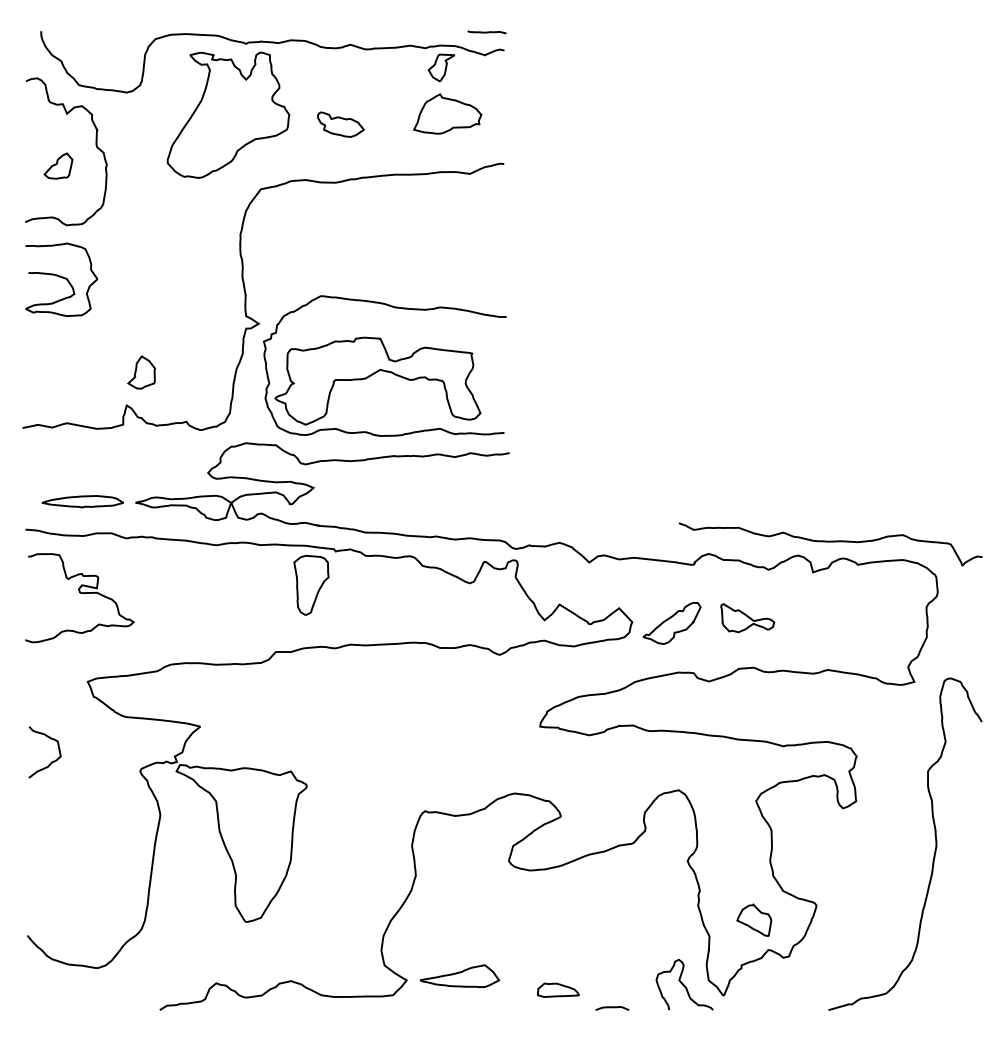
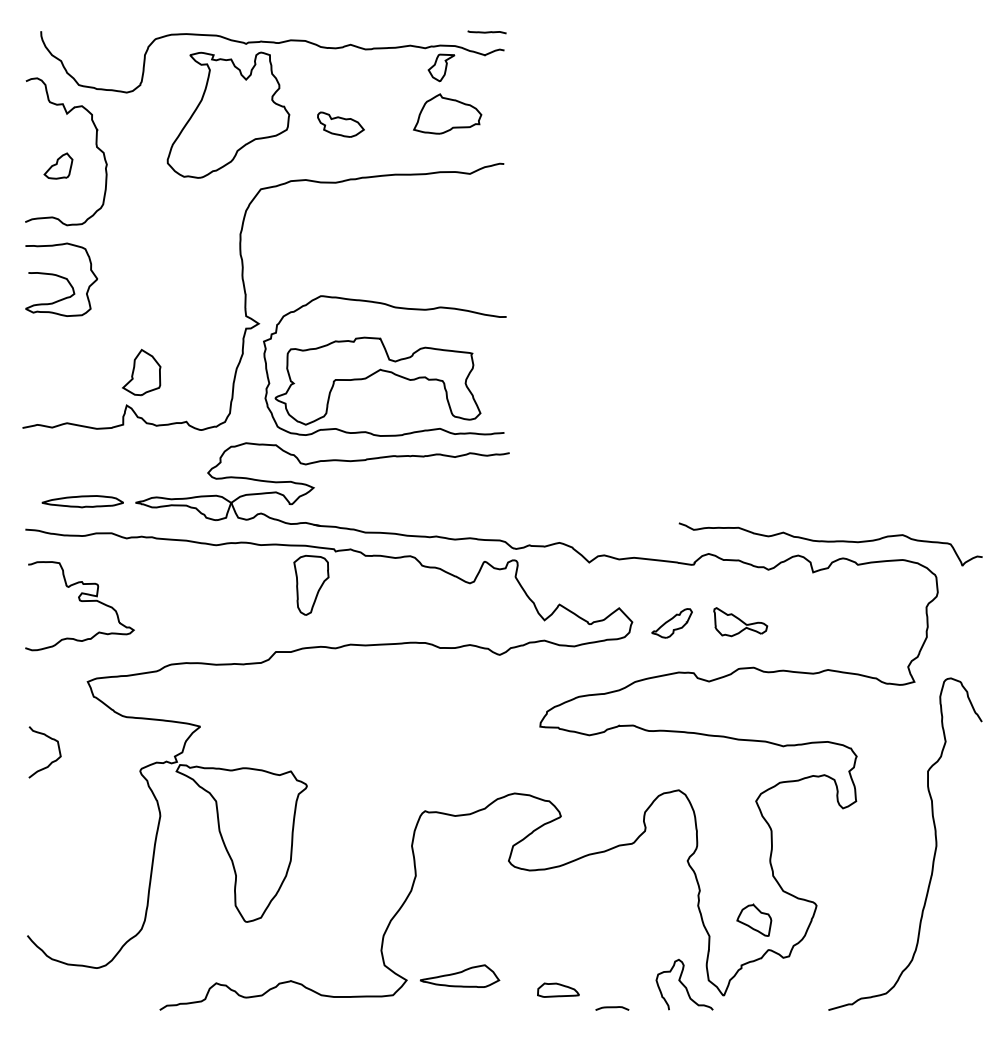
part at (141, 372) size: 29x35 px -> 40x49 px
curve at (79, 593) position: (79, 593) -> (79, 601)
part at (747, 618) position: (747, 618) -> (740, 622)
part at (671, 623) size: 60x43 px -> 42x31 px
